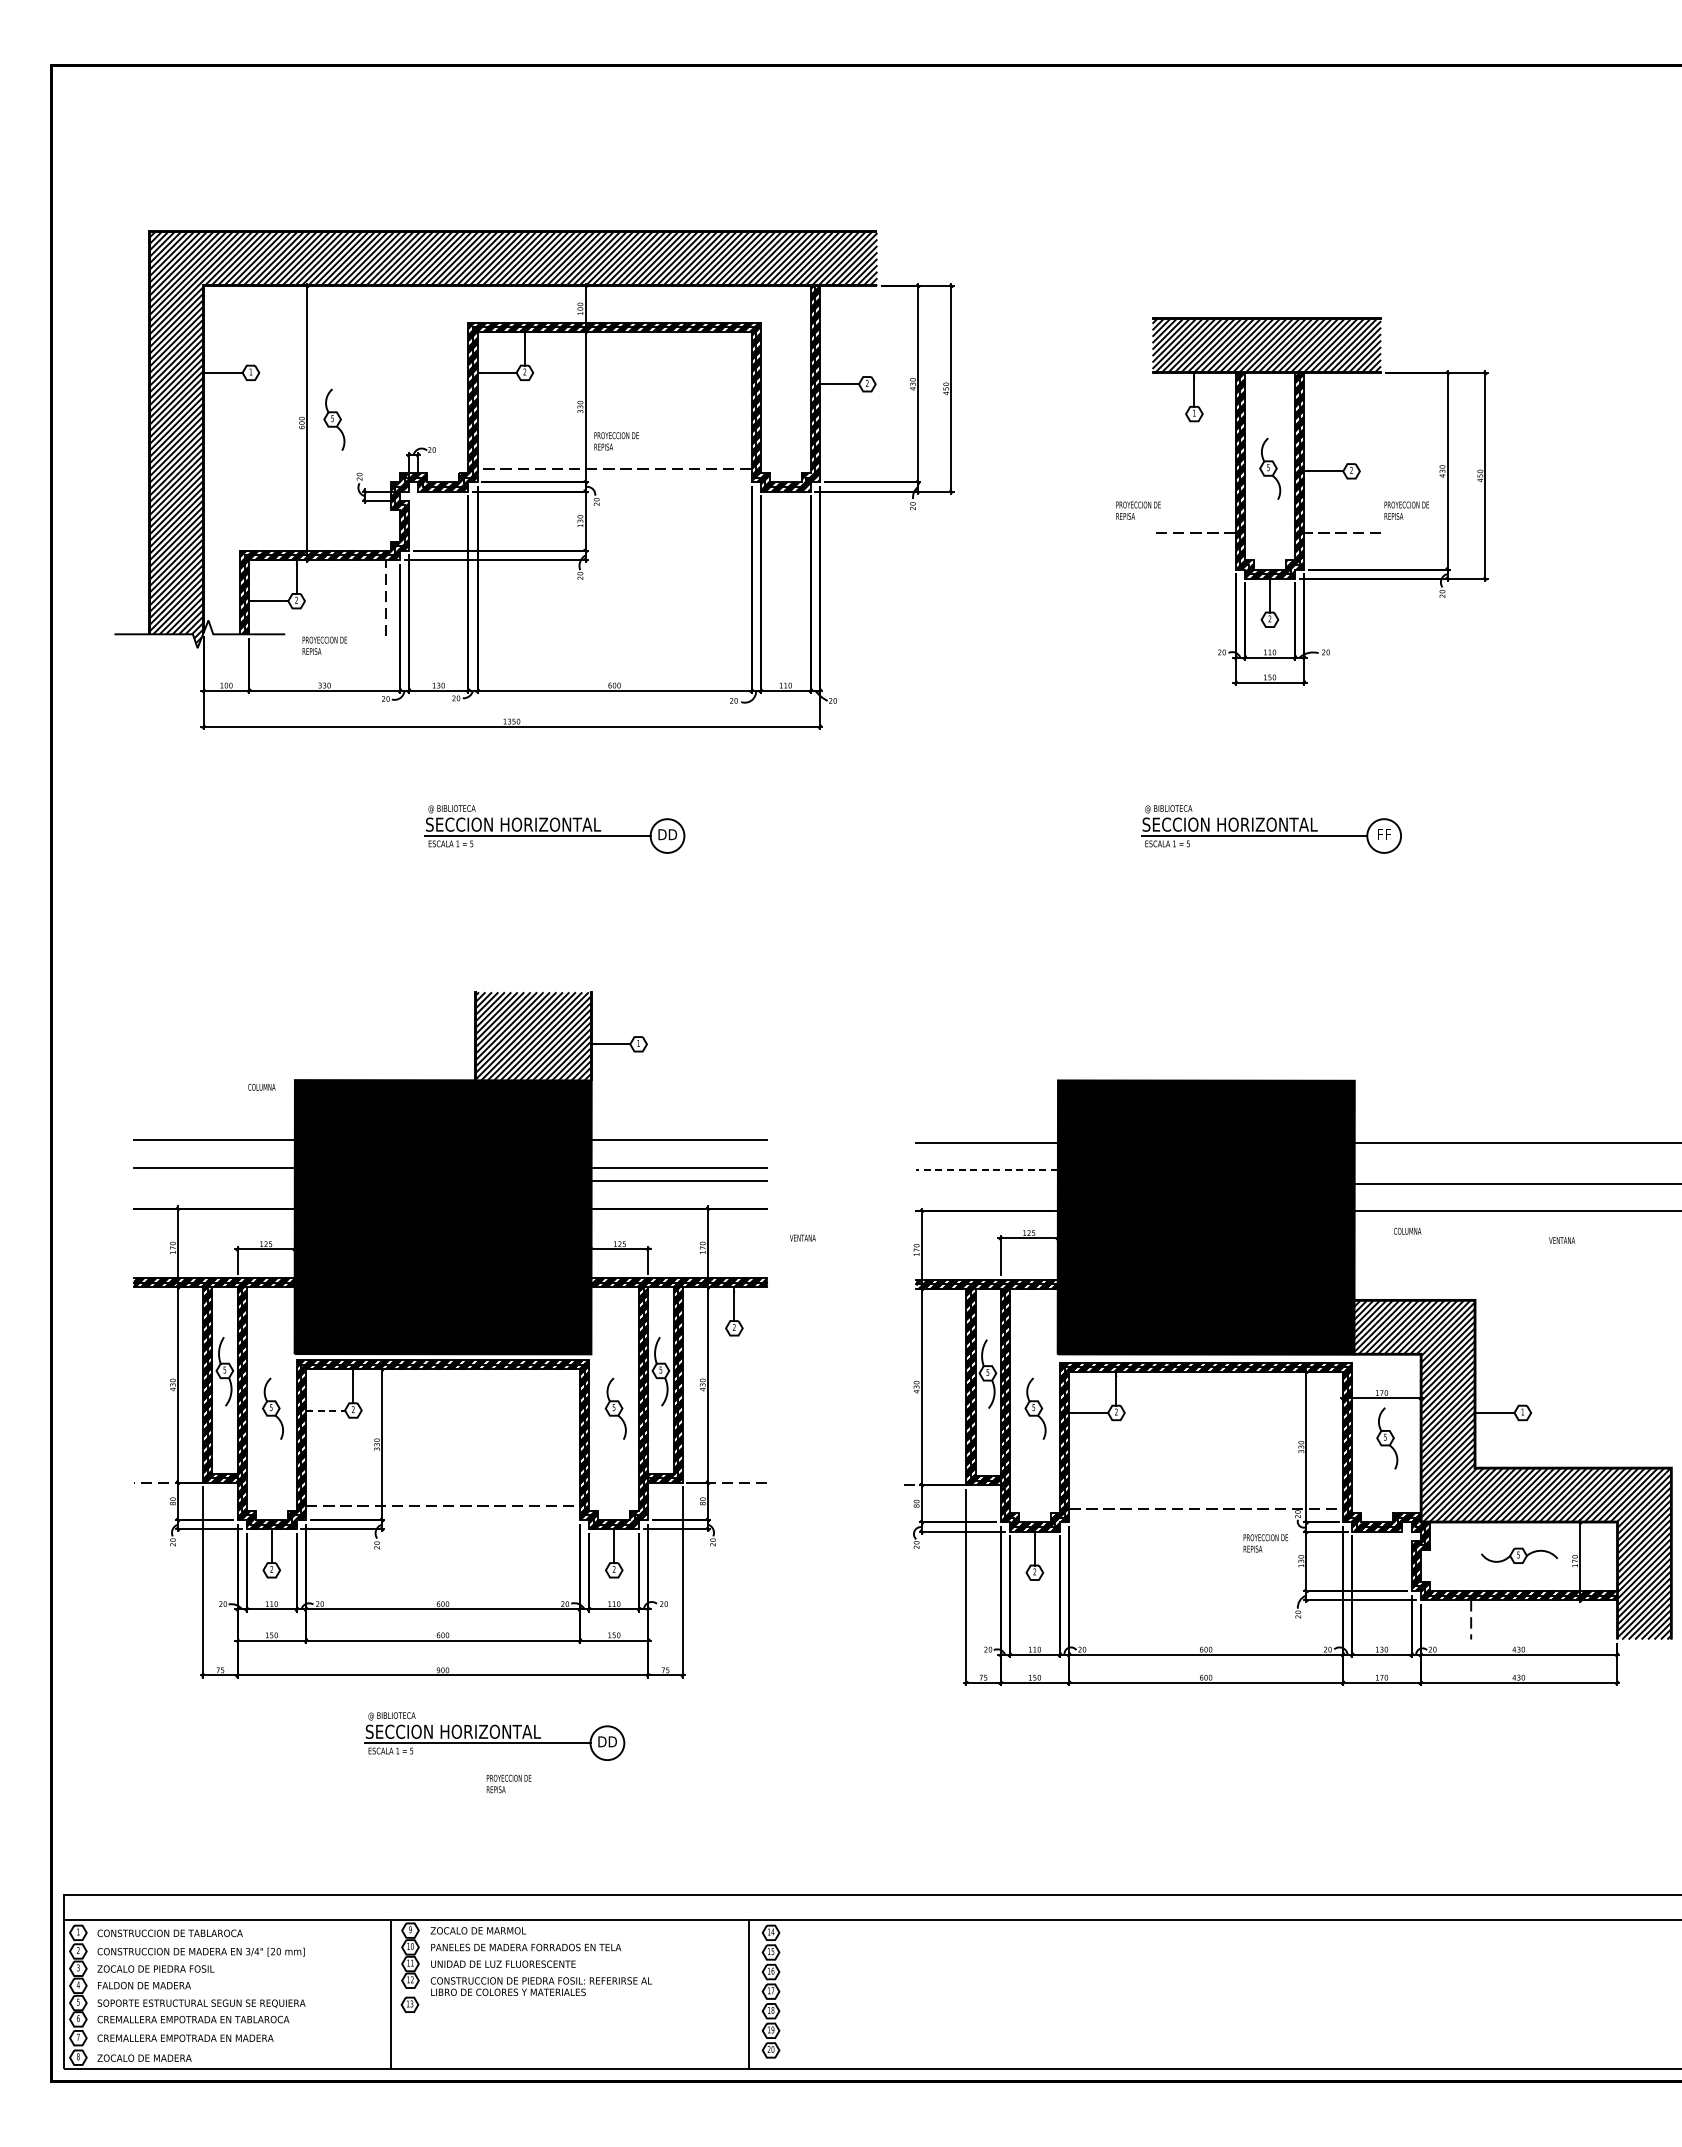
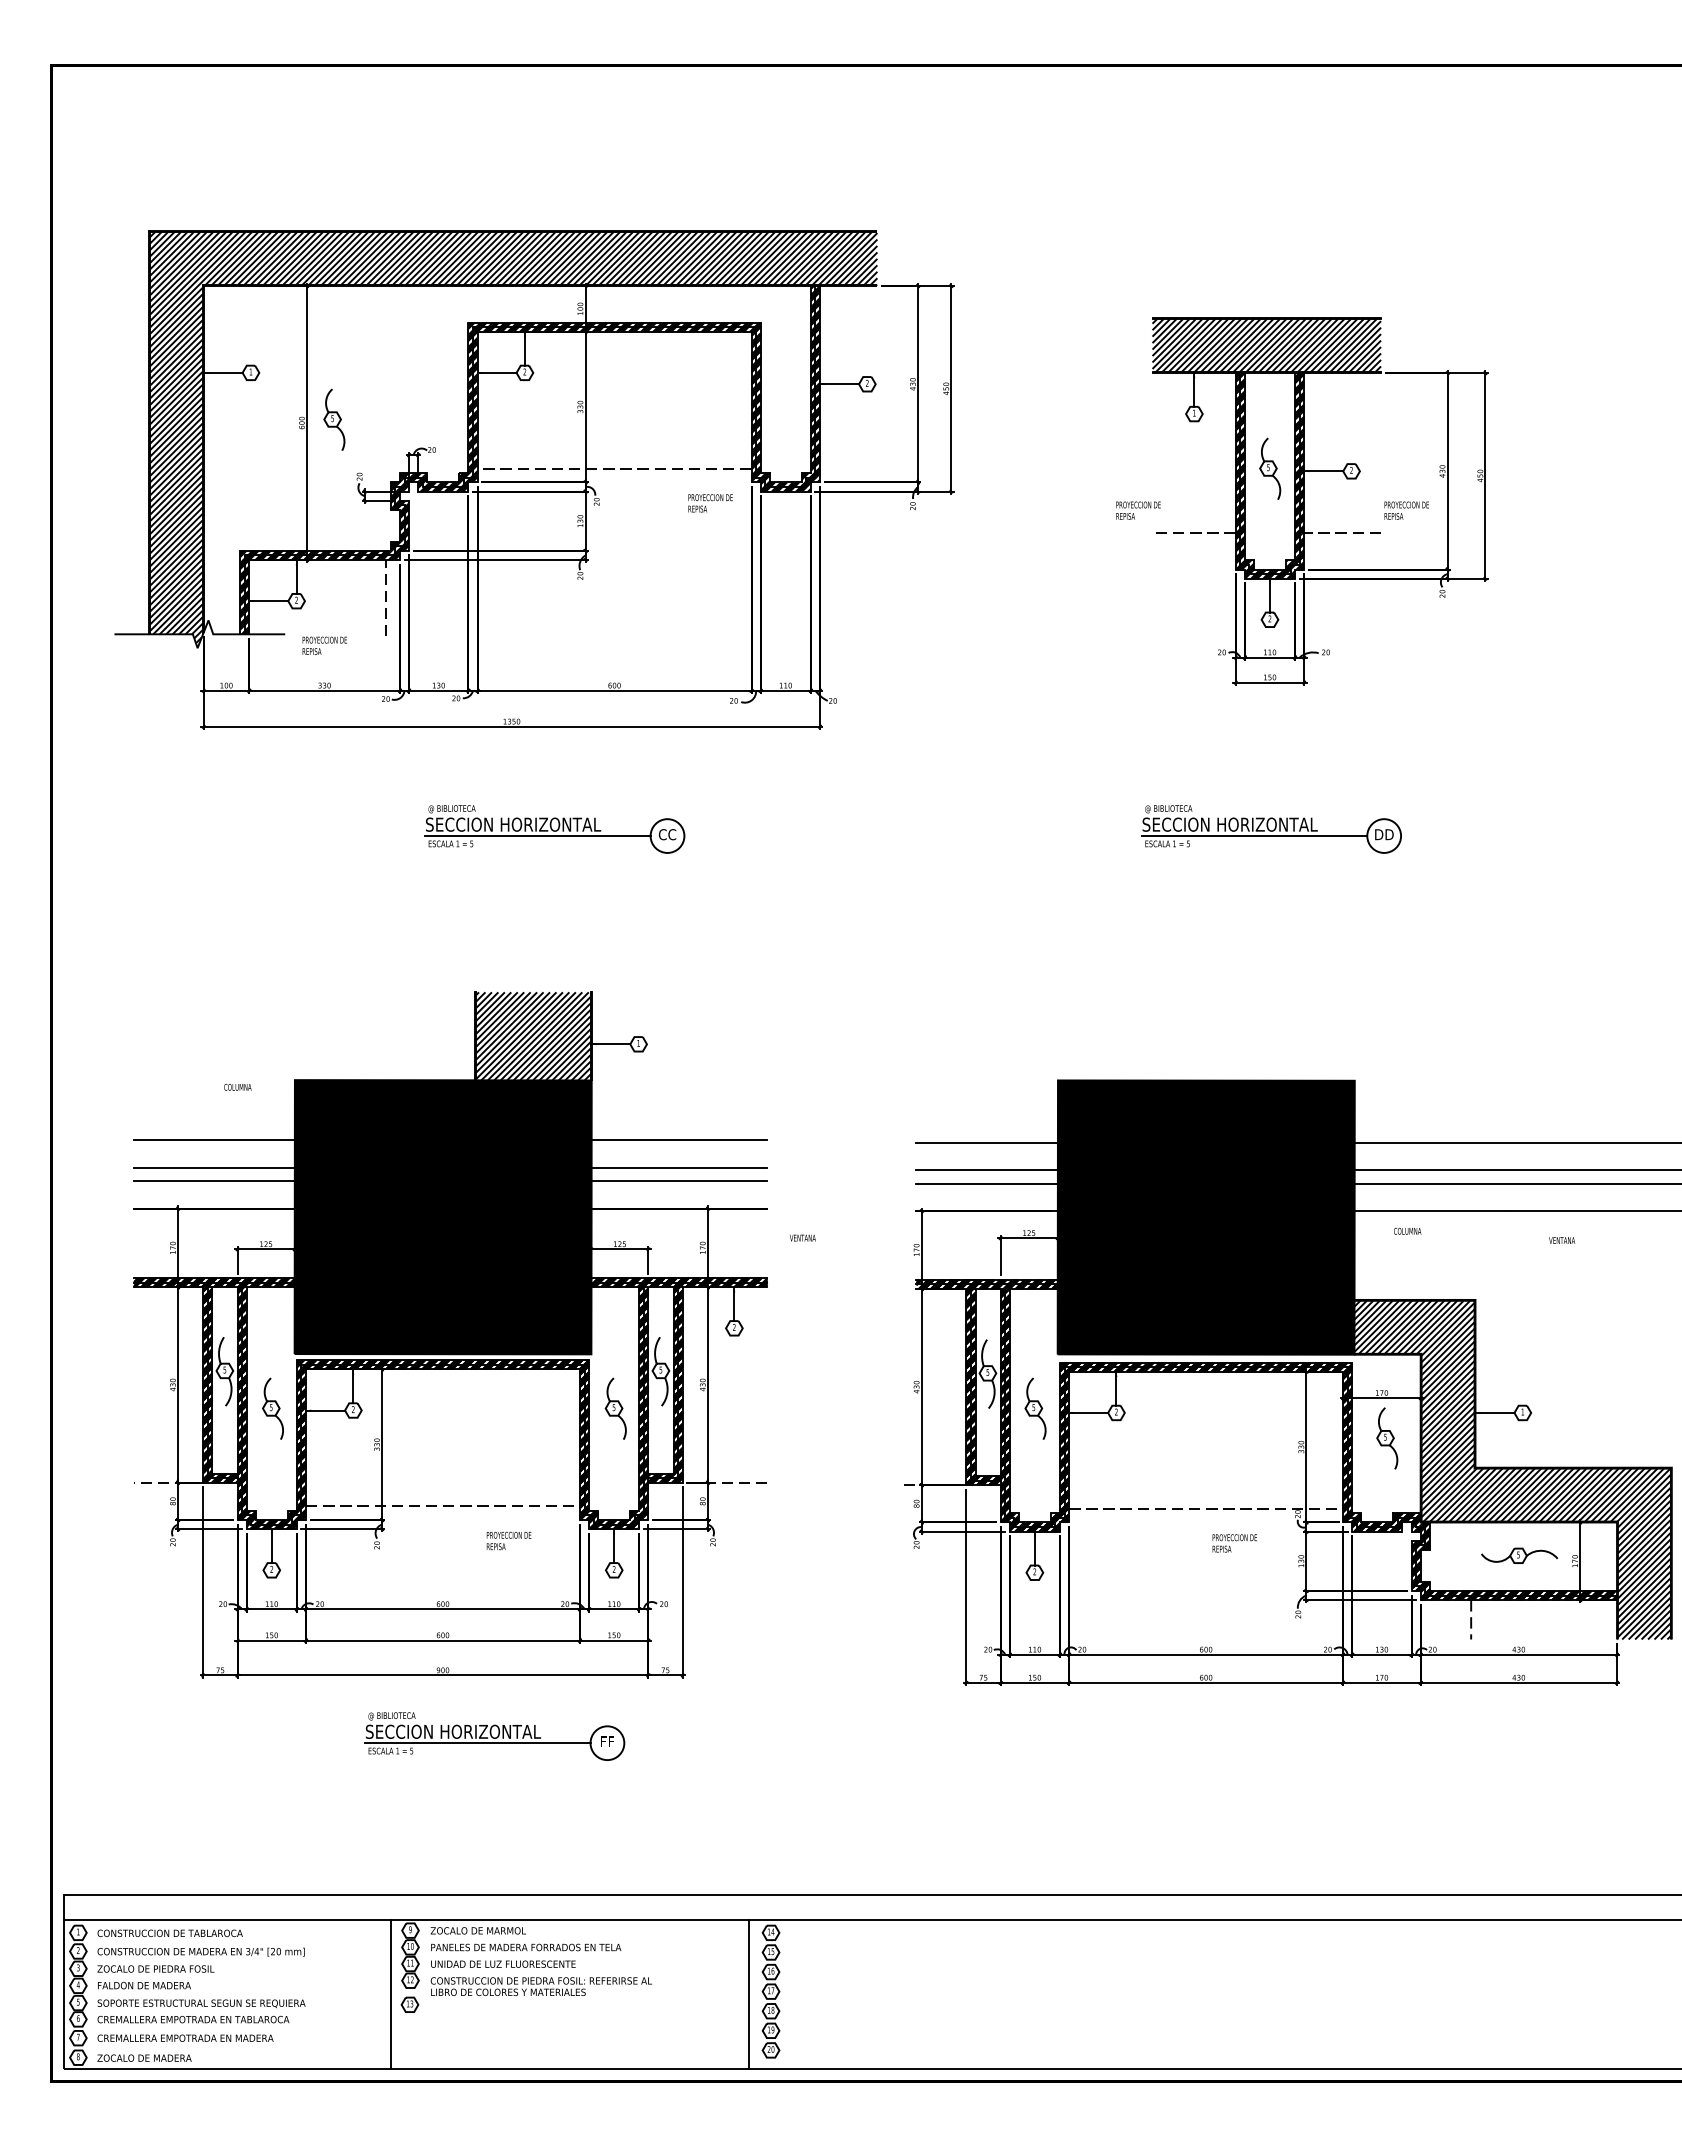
text at (616, 441) position: (616, 441) -> (710, 503)
text at (667, 834): DD -> CC
text at (1384, 834): FF -> DD
text at (261, 1086) position: (261, 1086) -> (237, 1086)
line at (987, 1170): dashed -> solid
line at (1516, 1170): none -> present
line at (214, 1181): none -> present
line at (986, 1183): none -> present
line at (326, 1410): dashed -> solid
text at (1265, 1543) position: (1265, 1543) -> (1234, 1543)
text at (607, 1741): DD -> FF
text at (508, 1783) position: (508, 1783) -> (508, 1540)
